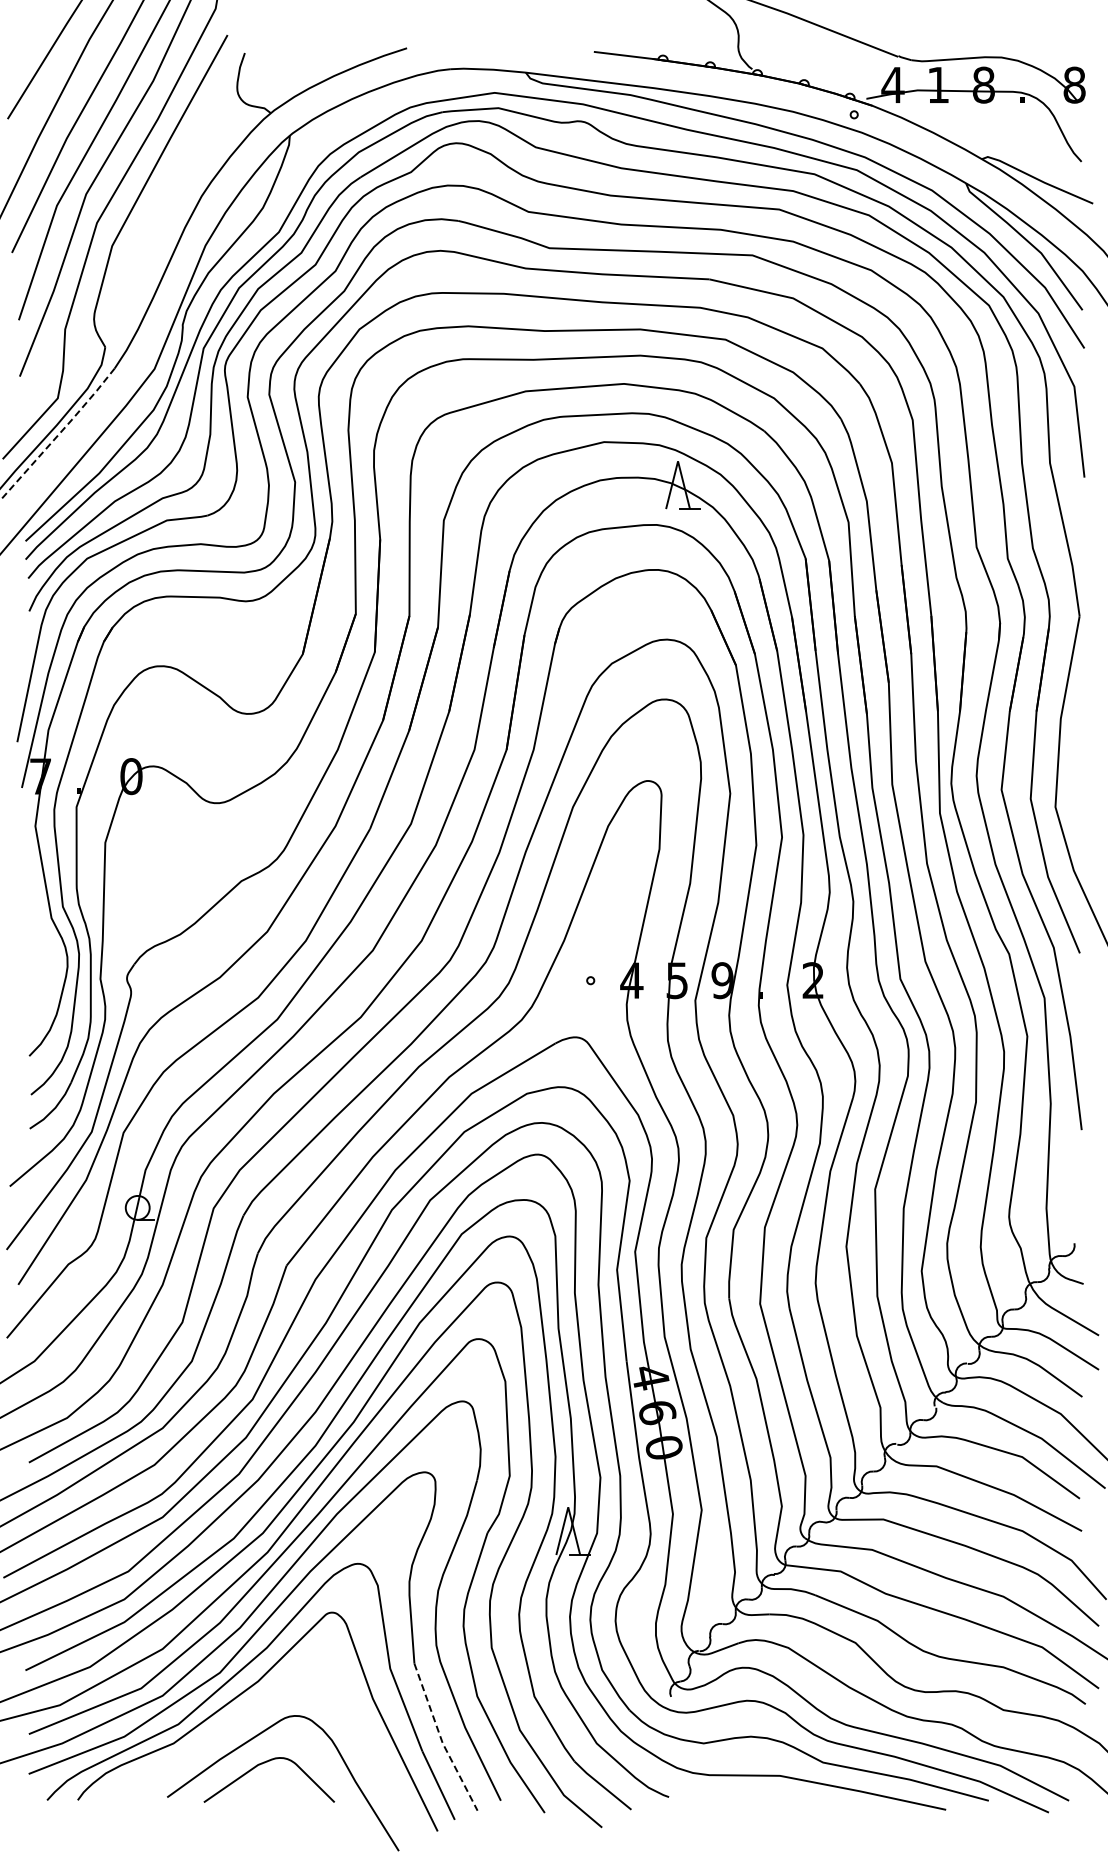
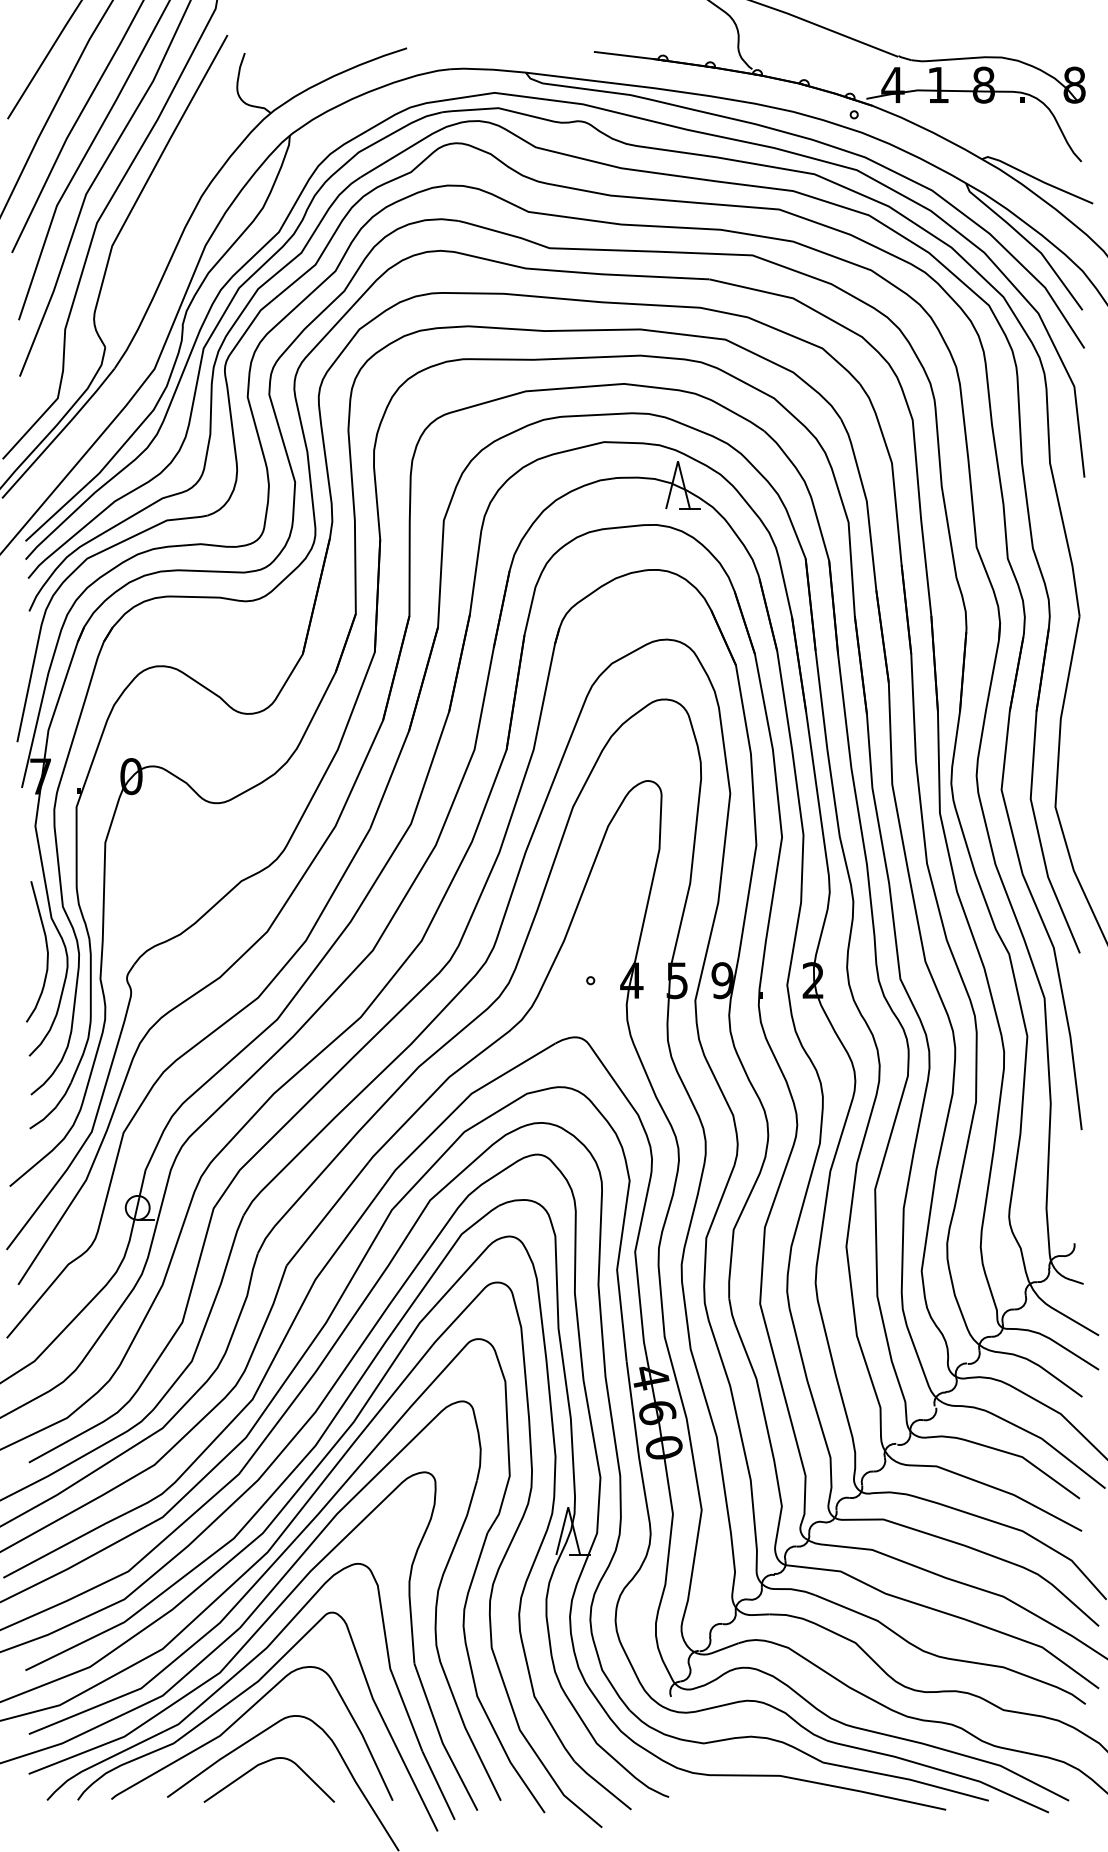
line at (60, 432): dashed -> solid
curve at (46, 951): none -> present
curve at (239, 1719): none -> present
line at (441, 1739): dashed -> solid
